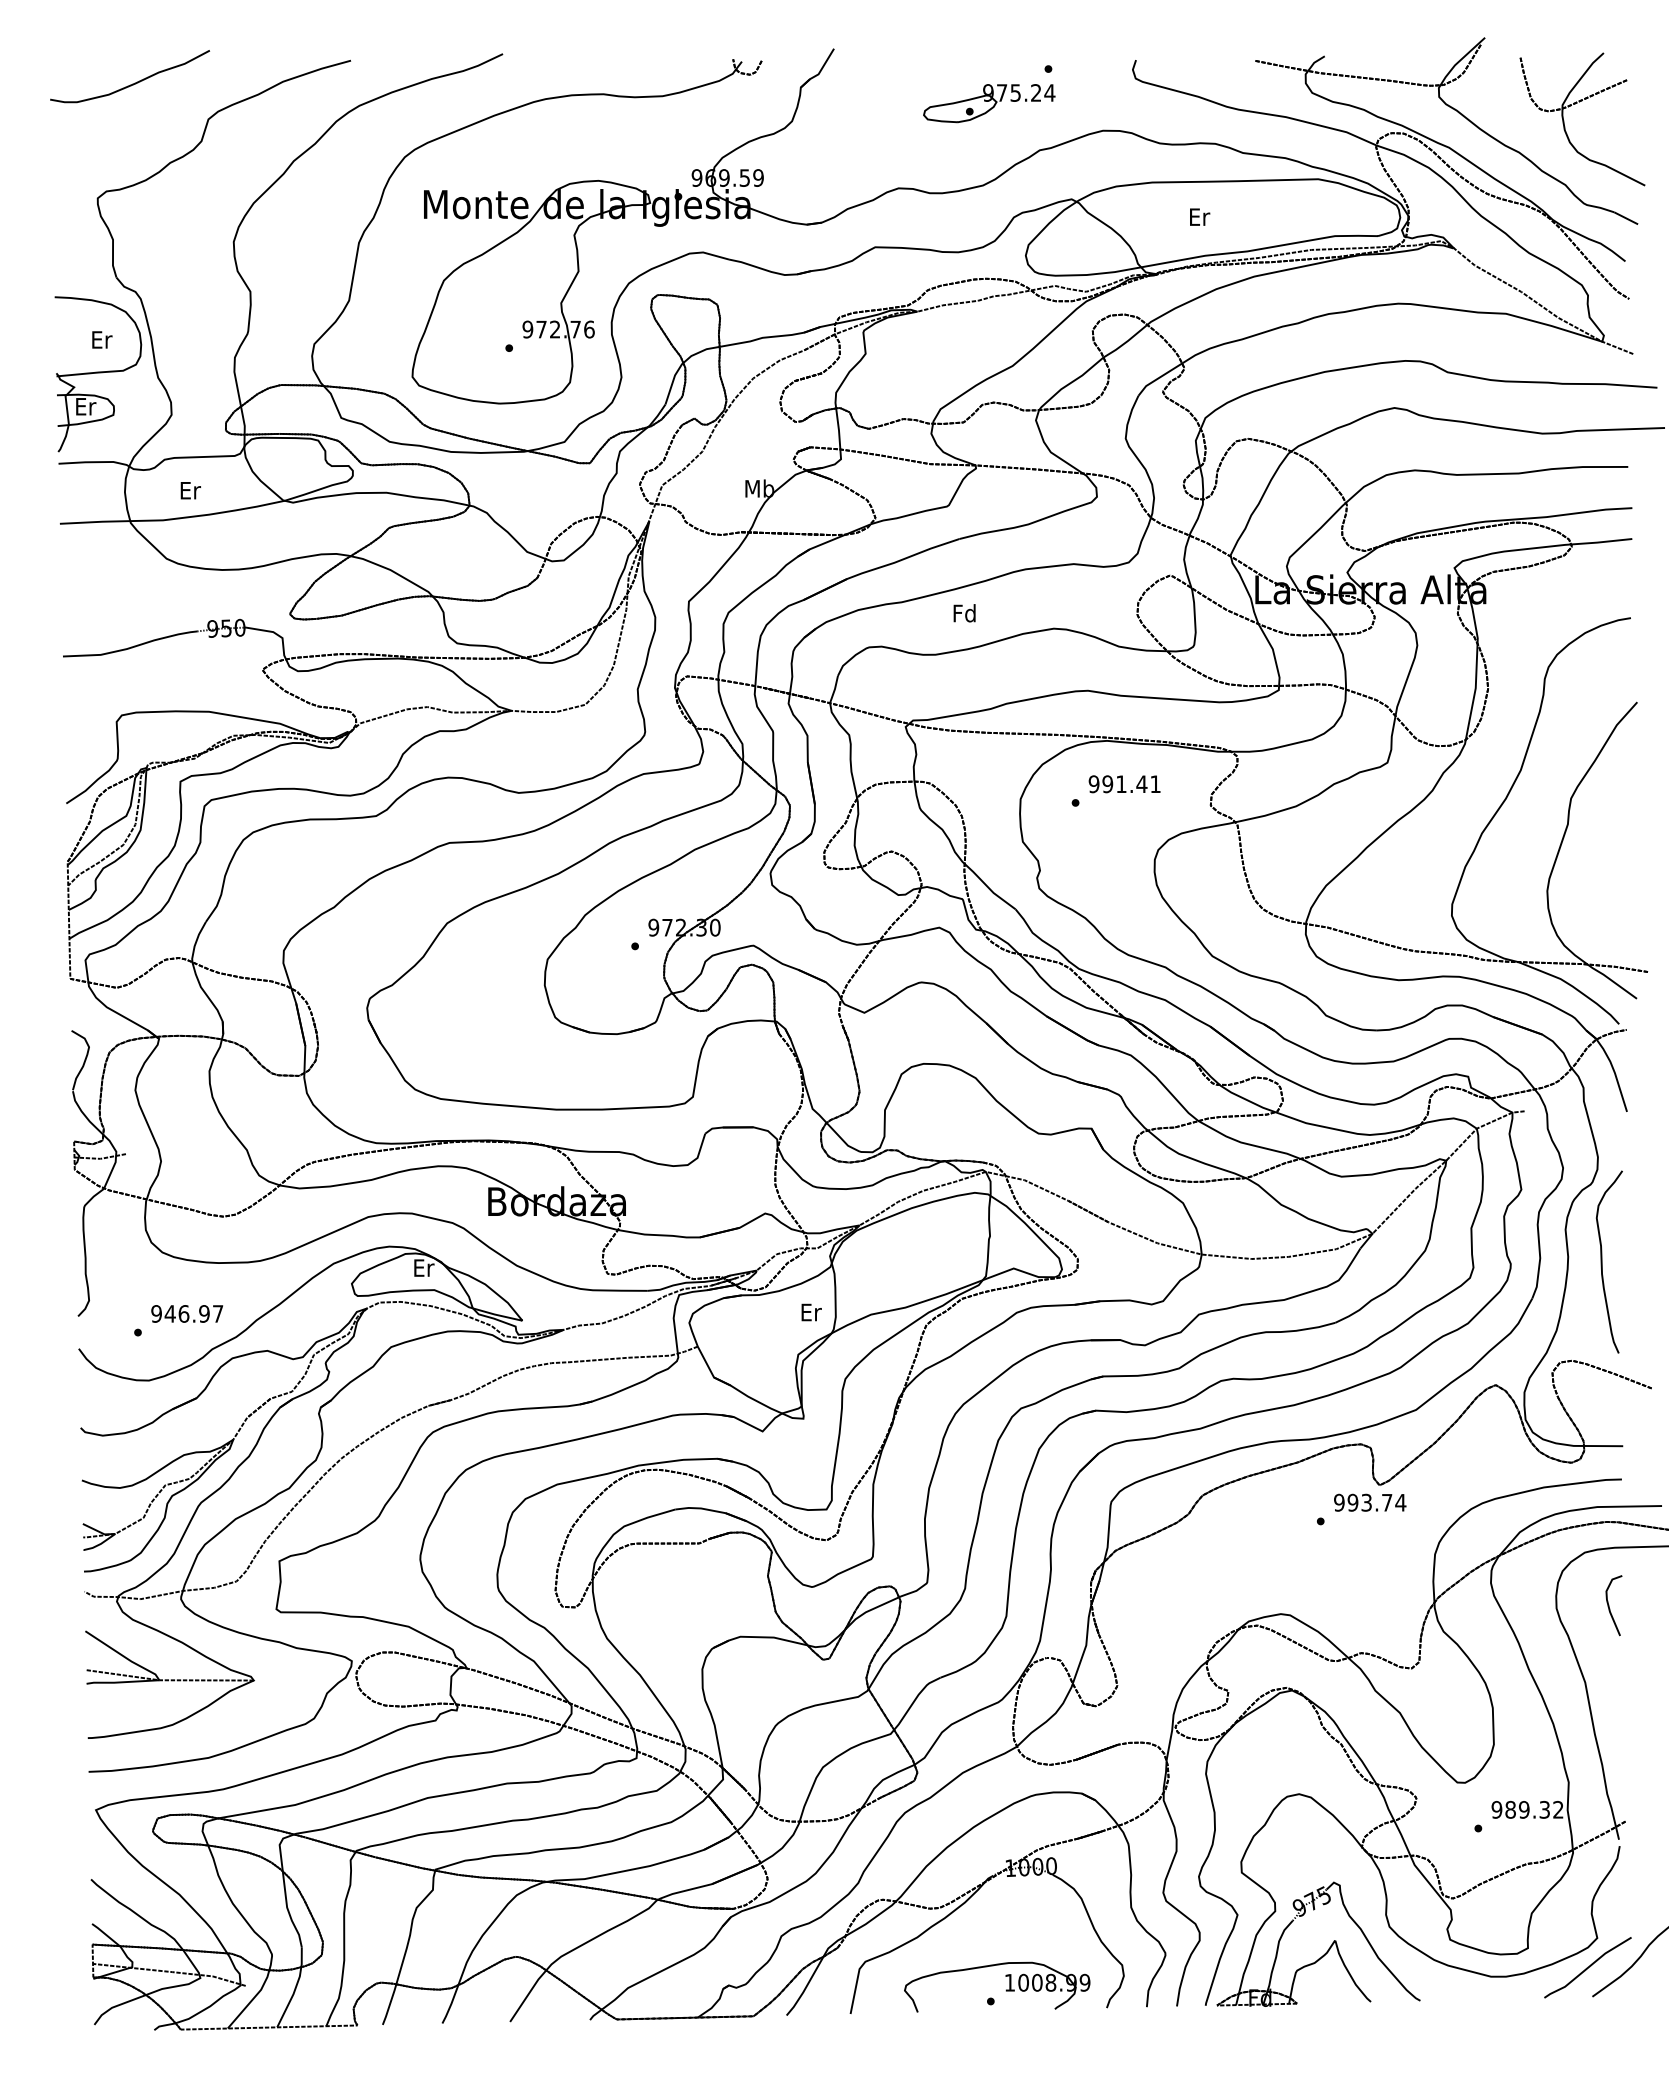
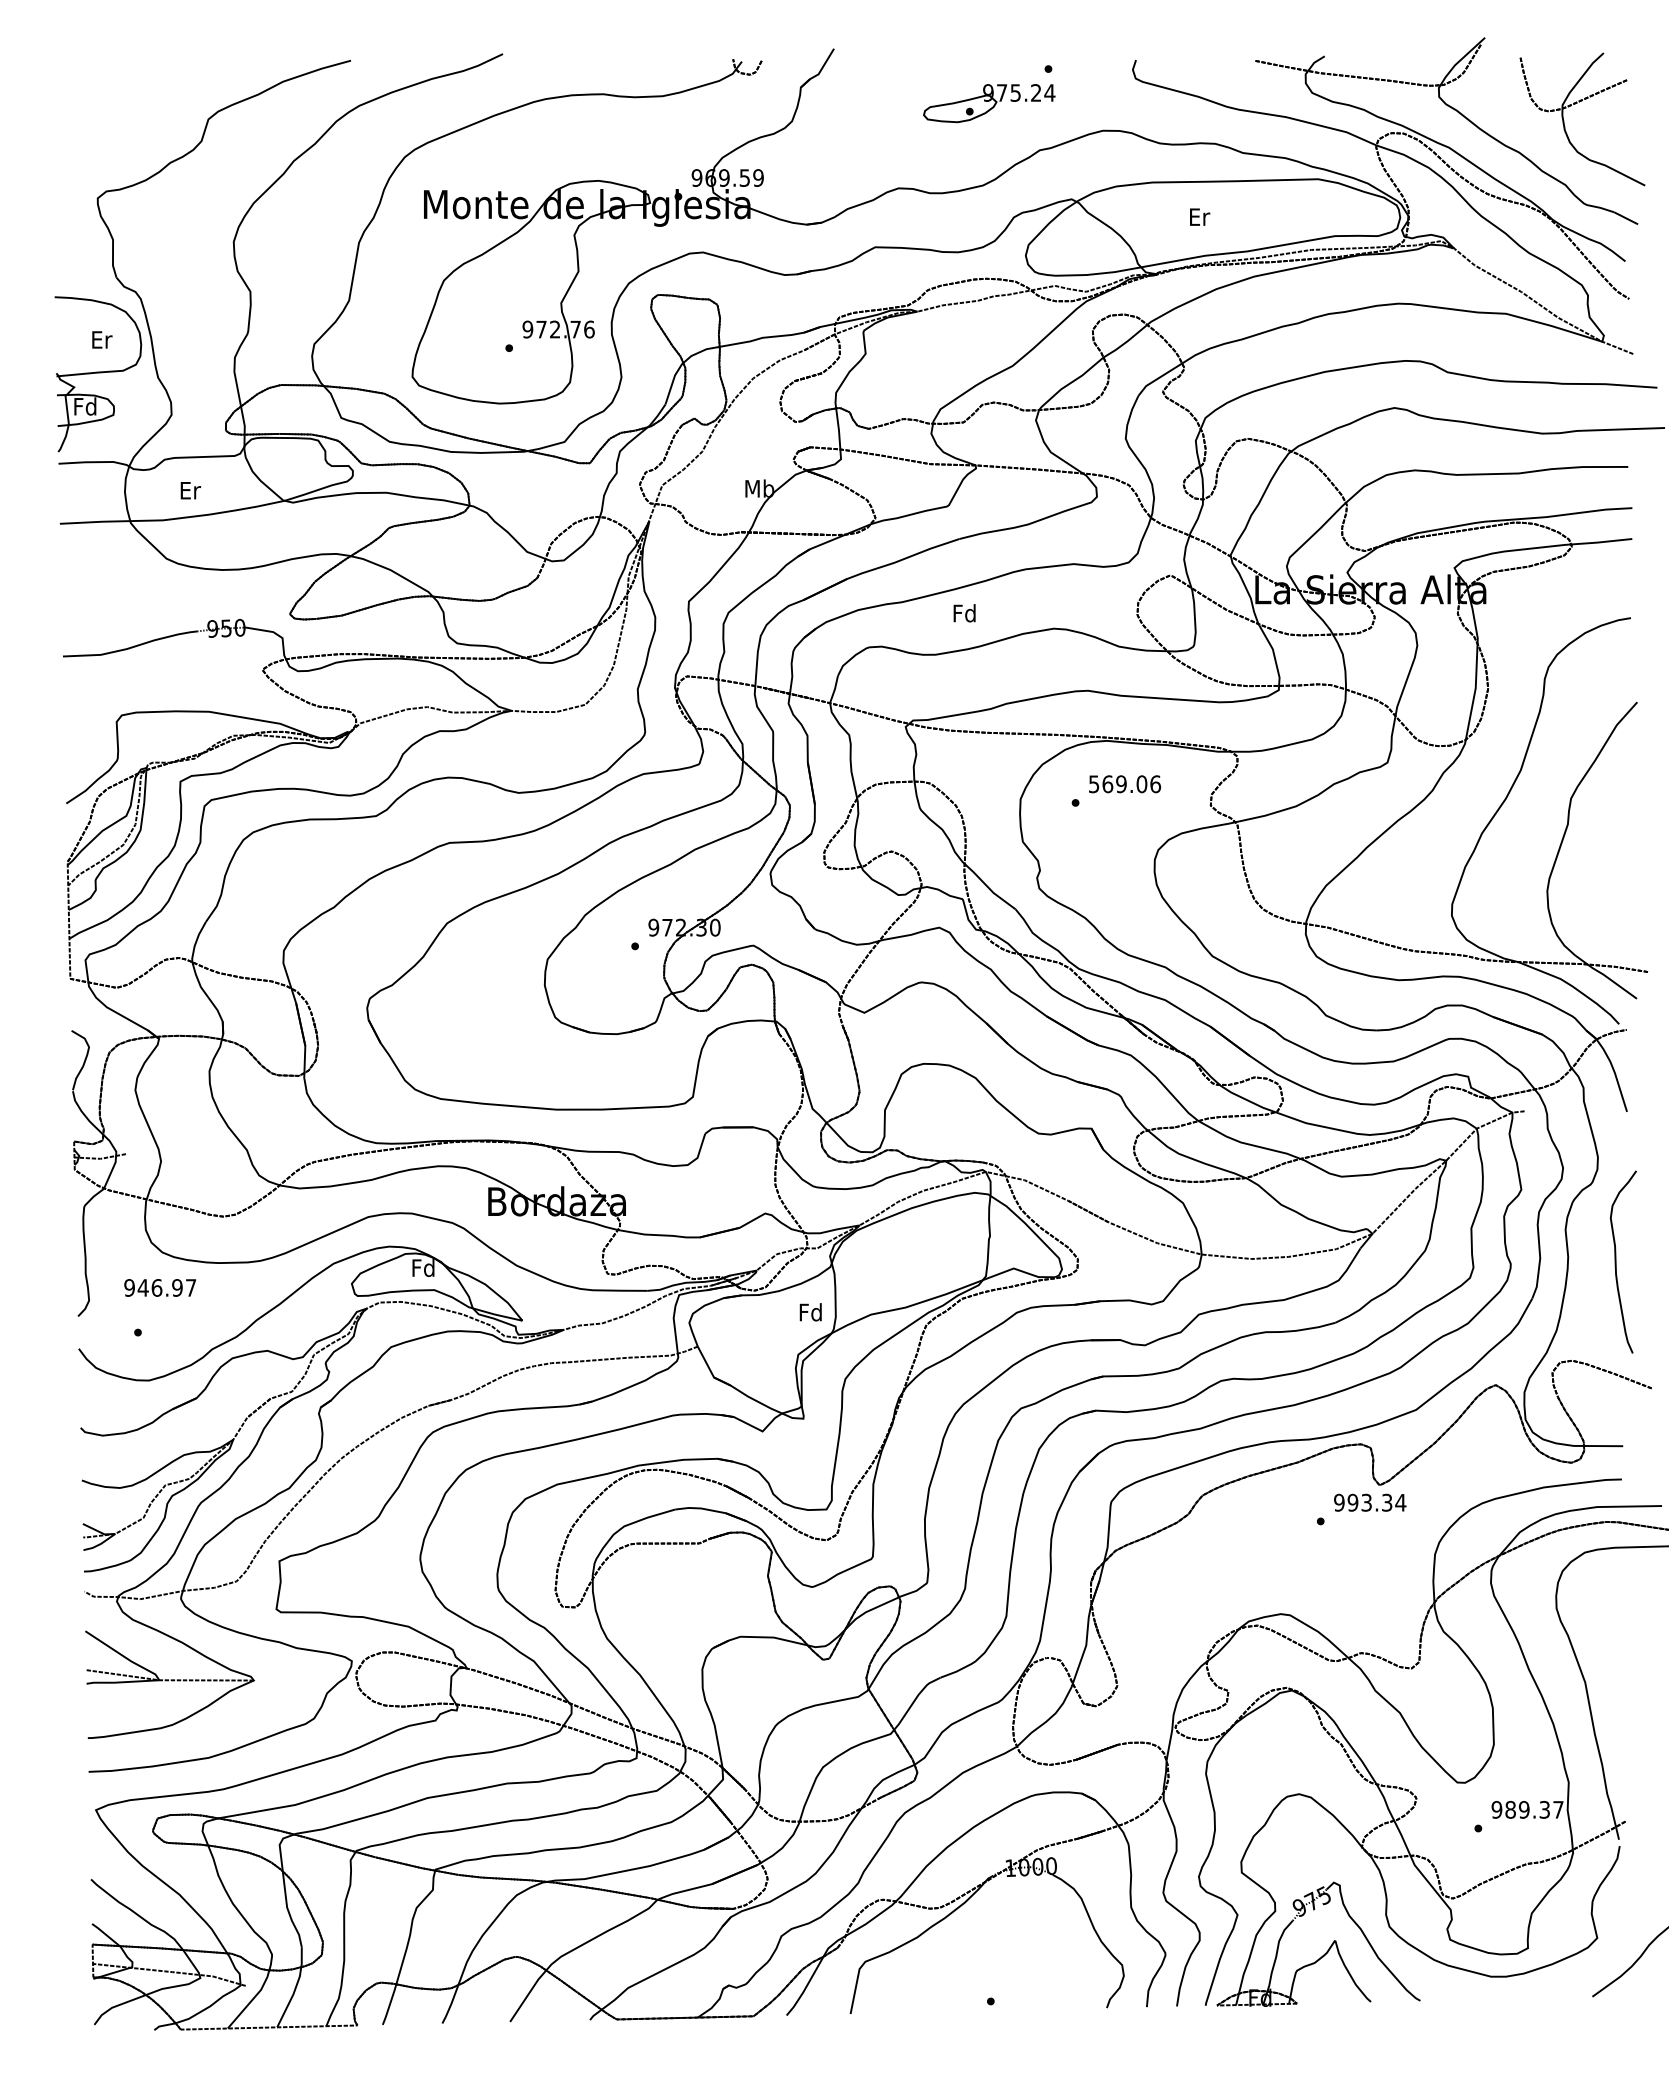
curve at (132, 83): present -> none
text at (85, 406): Er -> Fd
text at (1124, 784): 991.41 -> 569.06
curve at (1602, 1261) position: (1602, 1261) -> (1616, 1261)
text at (423, 1268): Er -> Fd
text at (810, 1312): Er -> Fd
text at (187, 1313) position: (187, 1313) -> (160, 1287)
text at (1387, 1502): 993.74 -> 993.34
curve at (1609, 1605): present -> none
text at (1558, 1809): 989.32 -> 989.37
line at (1587, 1967): present -> none
part at (1005, 1990): present -> none
